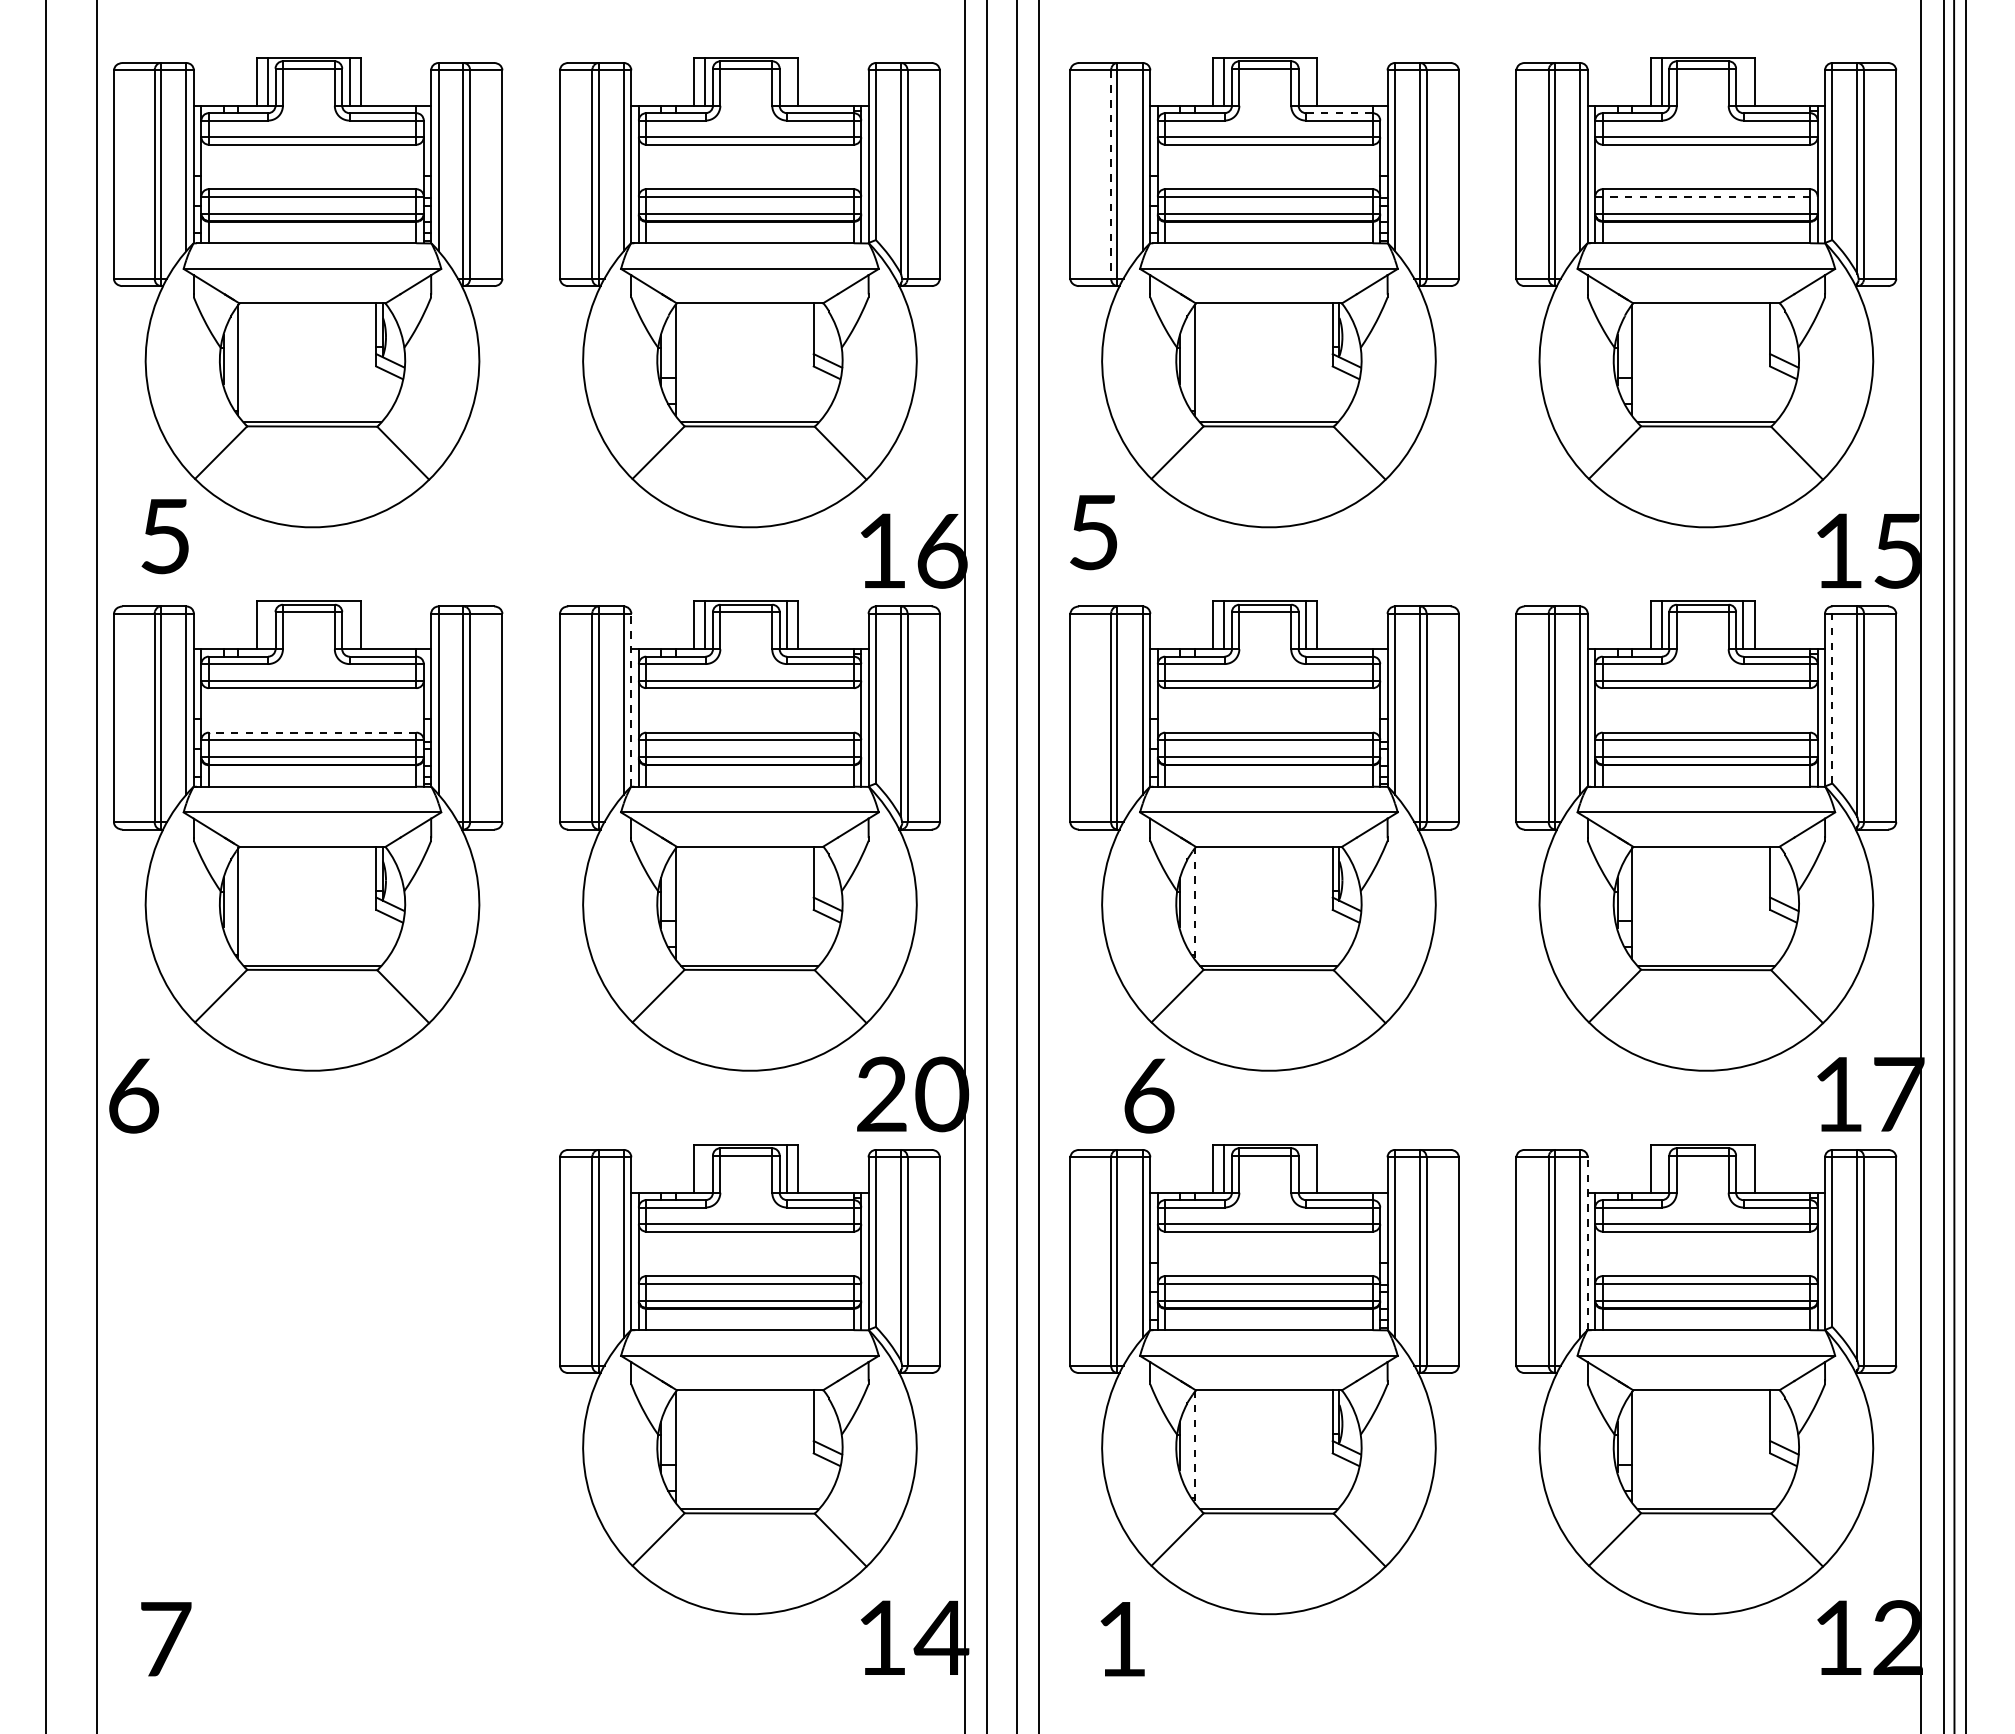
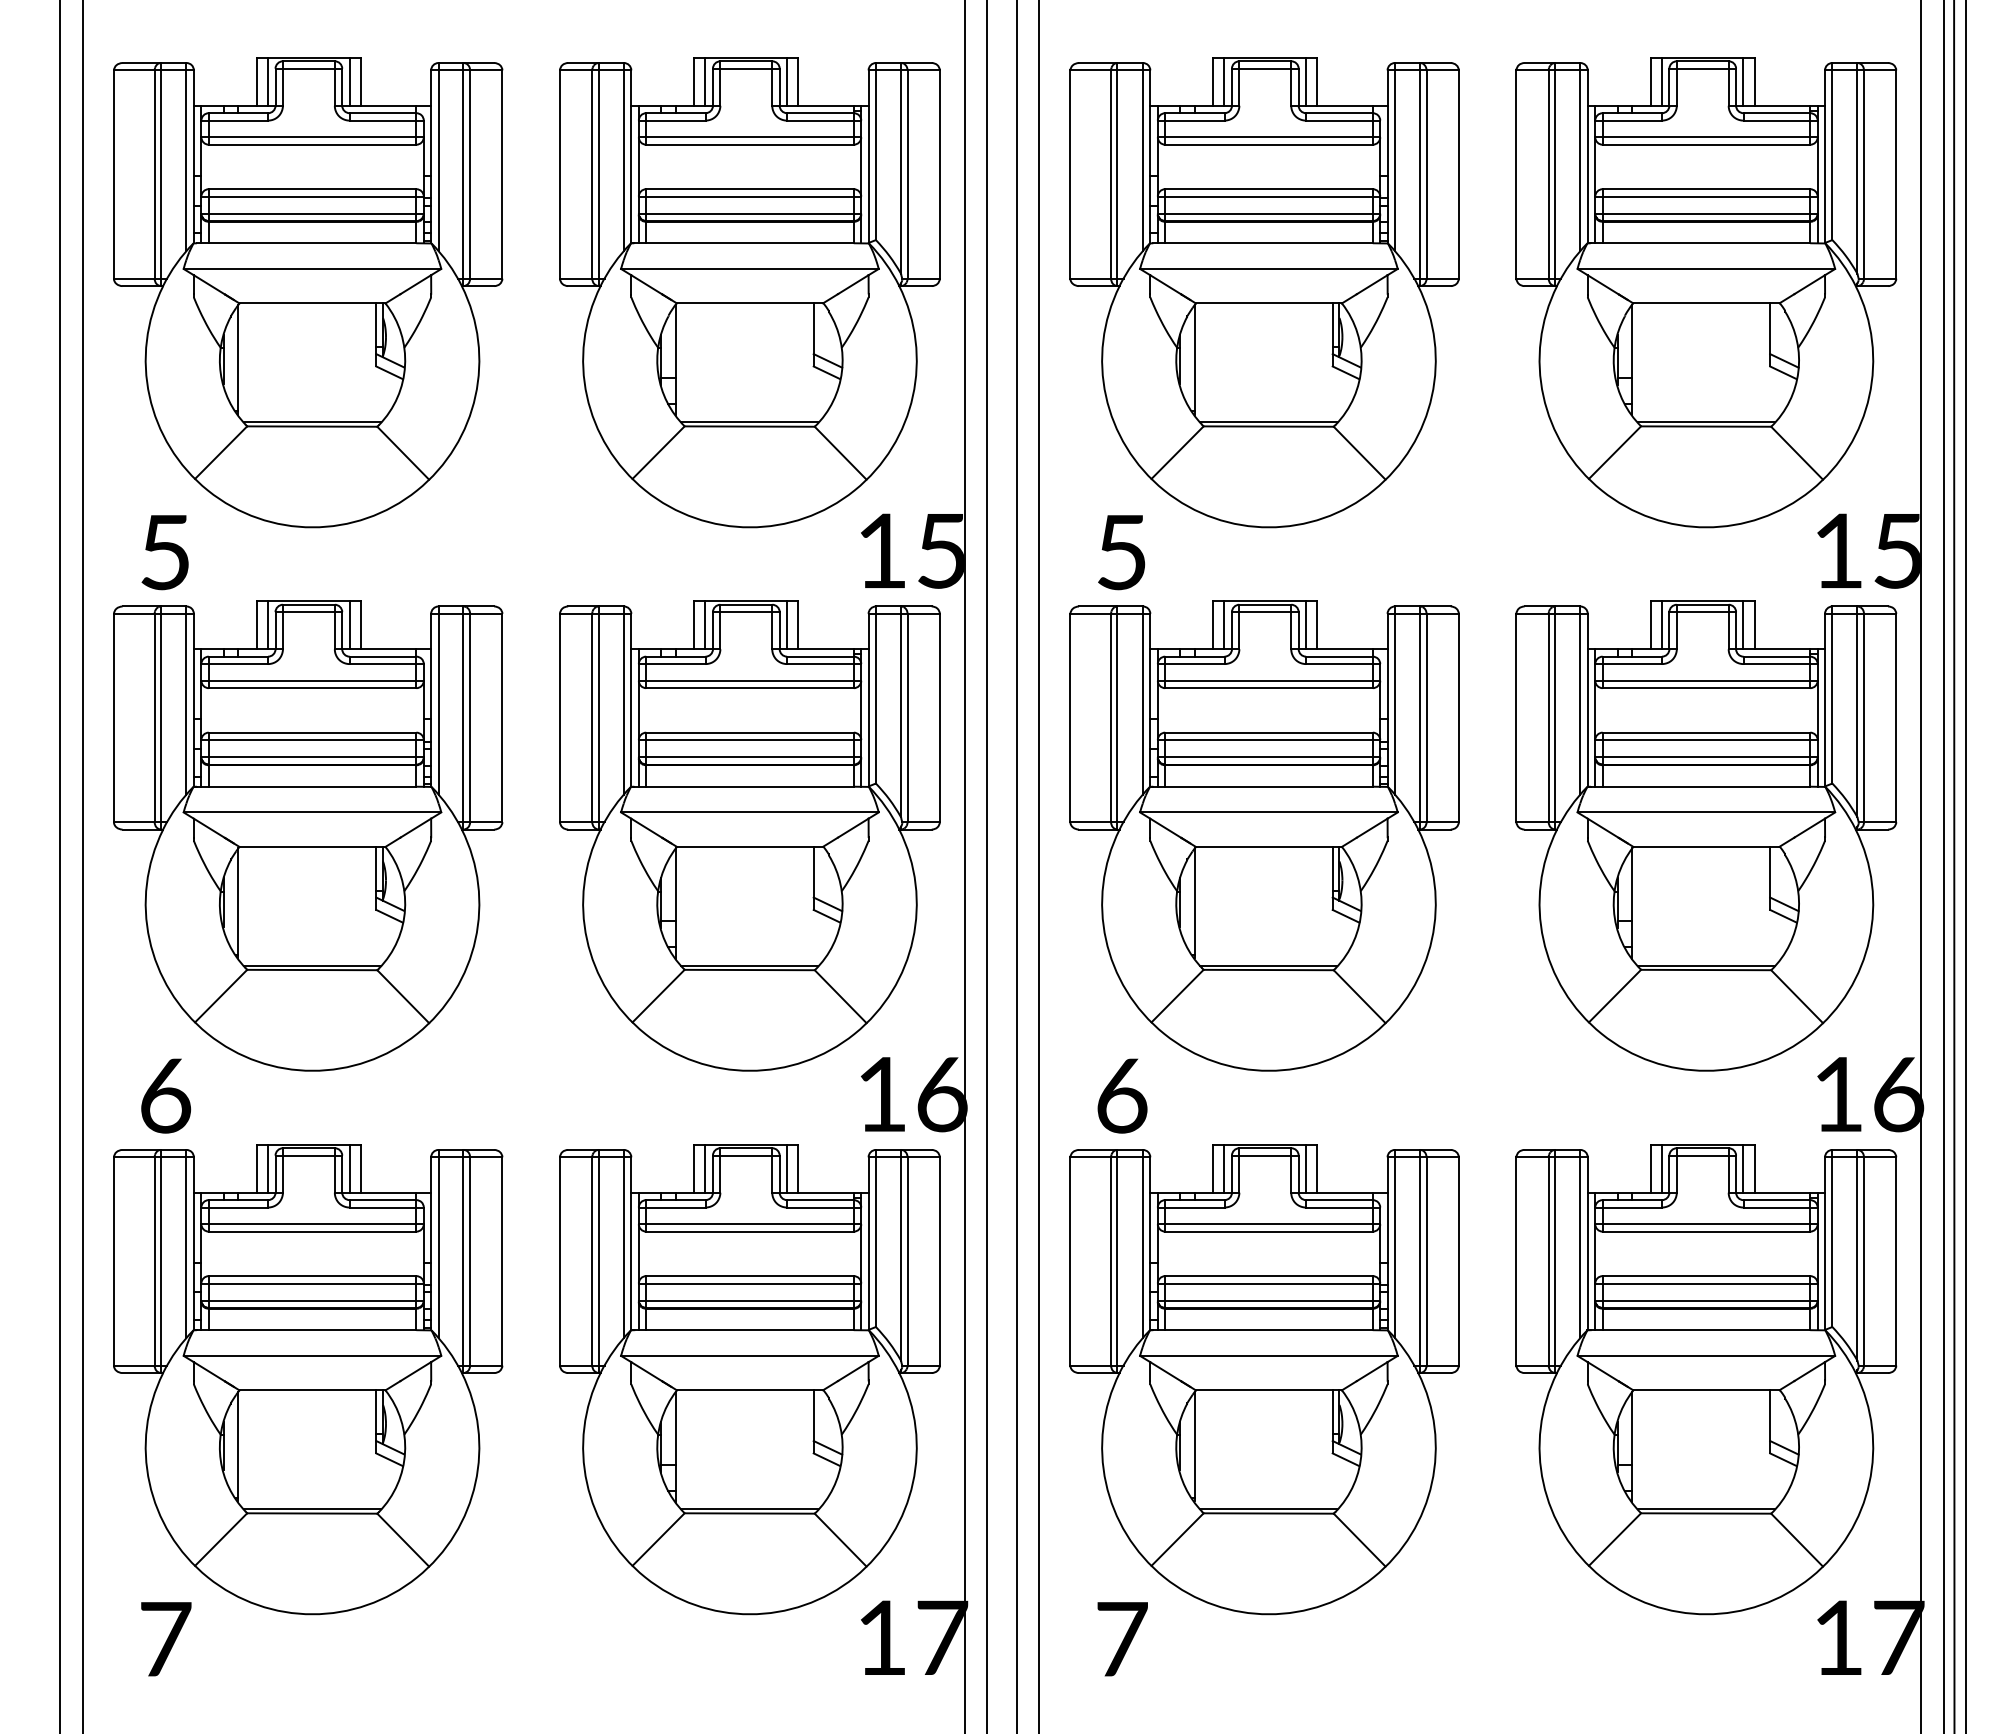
line at (787, 81): none -> present
line at (1306, 81): none -> present
line at (1743, 81): none -> present
line at (1338, 113): dashed -> solid
line at (1111, 175): dashed -> solid
line at (1706, 196): dashed -> solid
text at (1093, 532) position: (1093, 532) -> (1121, 552)
text at (164, 536) position: (164, 536) -> (164, 552)
text at (942, 551): 16 -> 15
line at (268, 625): none -> present
line at (349, 625): none -> present
line at (1832, 695): dashed -> solid
line at (631, 699): dashed -> solid
line at (312, 732): dashed -> solid
line at (46, 866) position: (46, 866) -> (60, 866)
line at (96, 866) position: (96, 866) -> (82, 866)
line at (1194, 903): dashed -> solid
text at (913, 1094): 20 -> 16
text at (1899, 1094): 17 -> 16
text at (134, 1095) position: (134, 1095) -> (166, 1095)
text at (1149, 1095) position: (1149, 1095) -> (1122, 1095)
line at (705, 1168): none -> present
line at (1306, 1168): none -> present
line at (1661, 1168): none -> present
line at (1743, 1168): none -> present
line at (1587, 1243): dashed -> solid
part at (308, 1379): none -> present
line at (1194, 1446): dashed -> solid
text at (941, 1637): 14 -> 17
text at (1898, 1637): 12 -> 17
text at (1122, 1639): 1 -> 7
